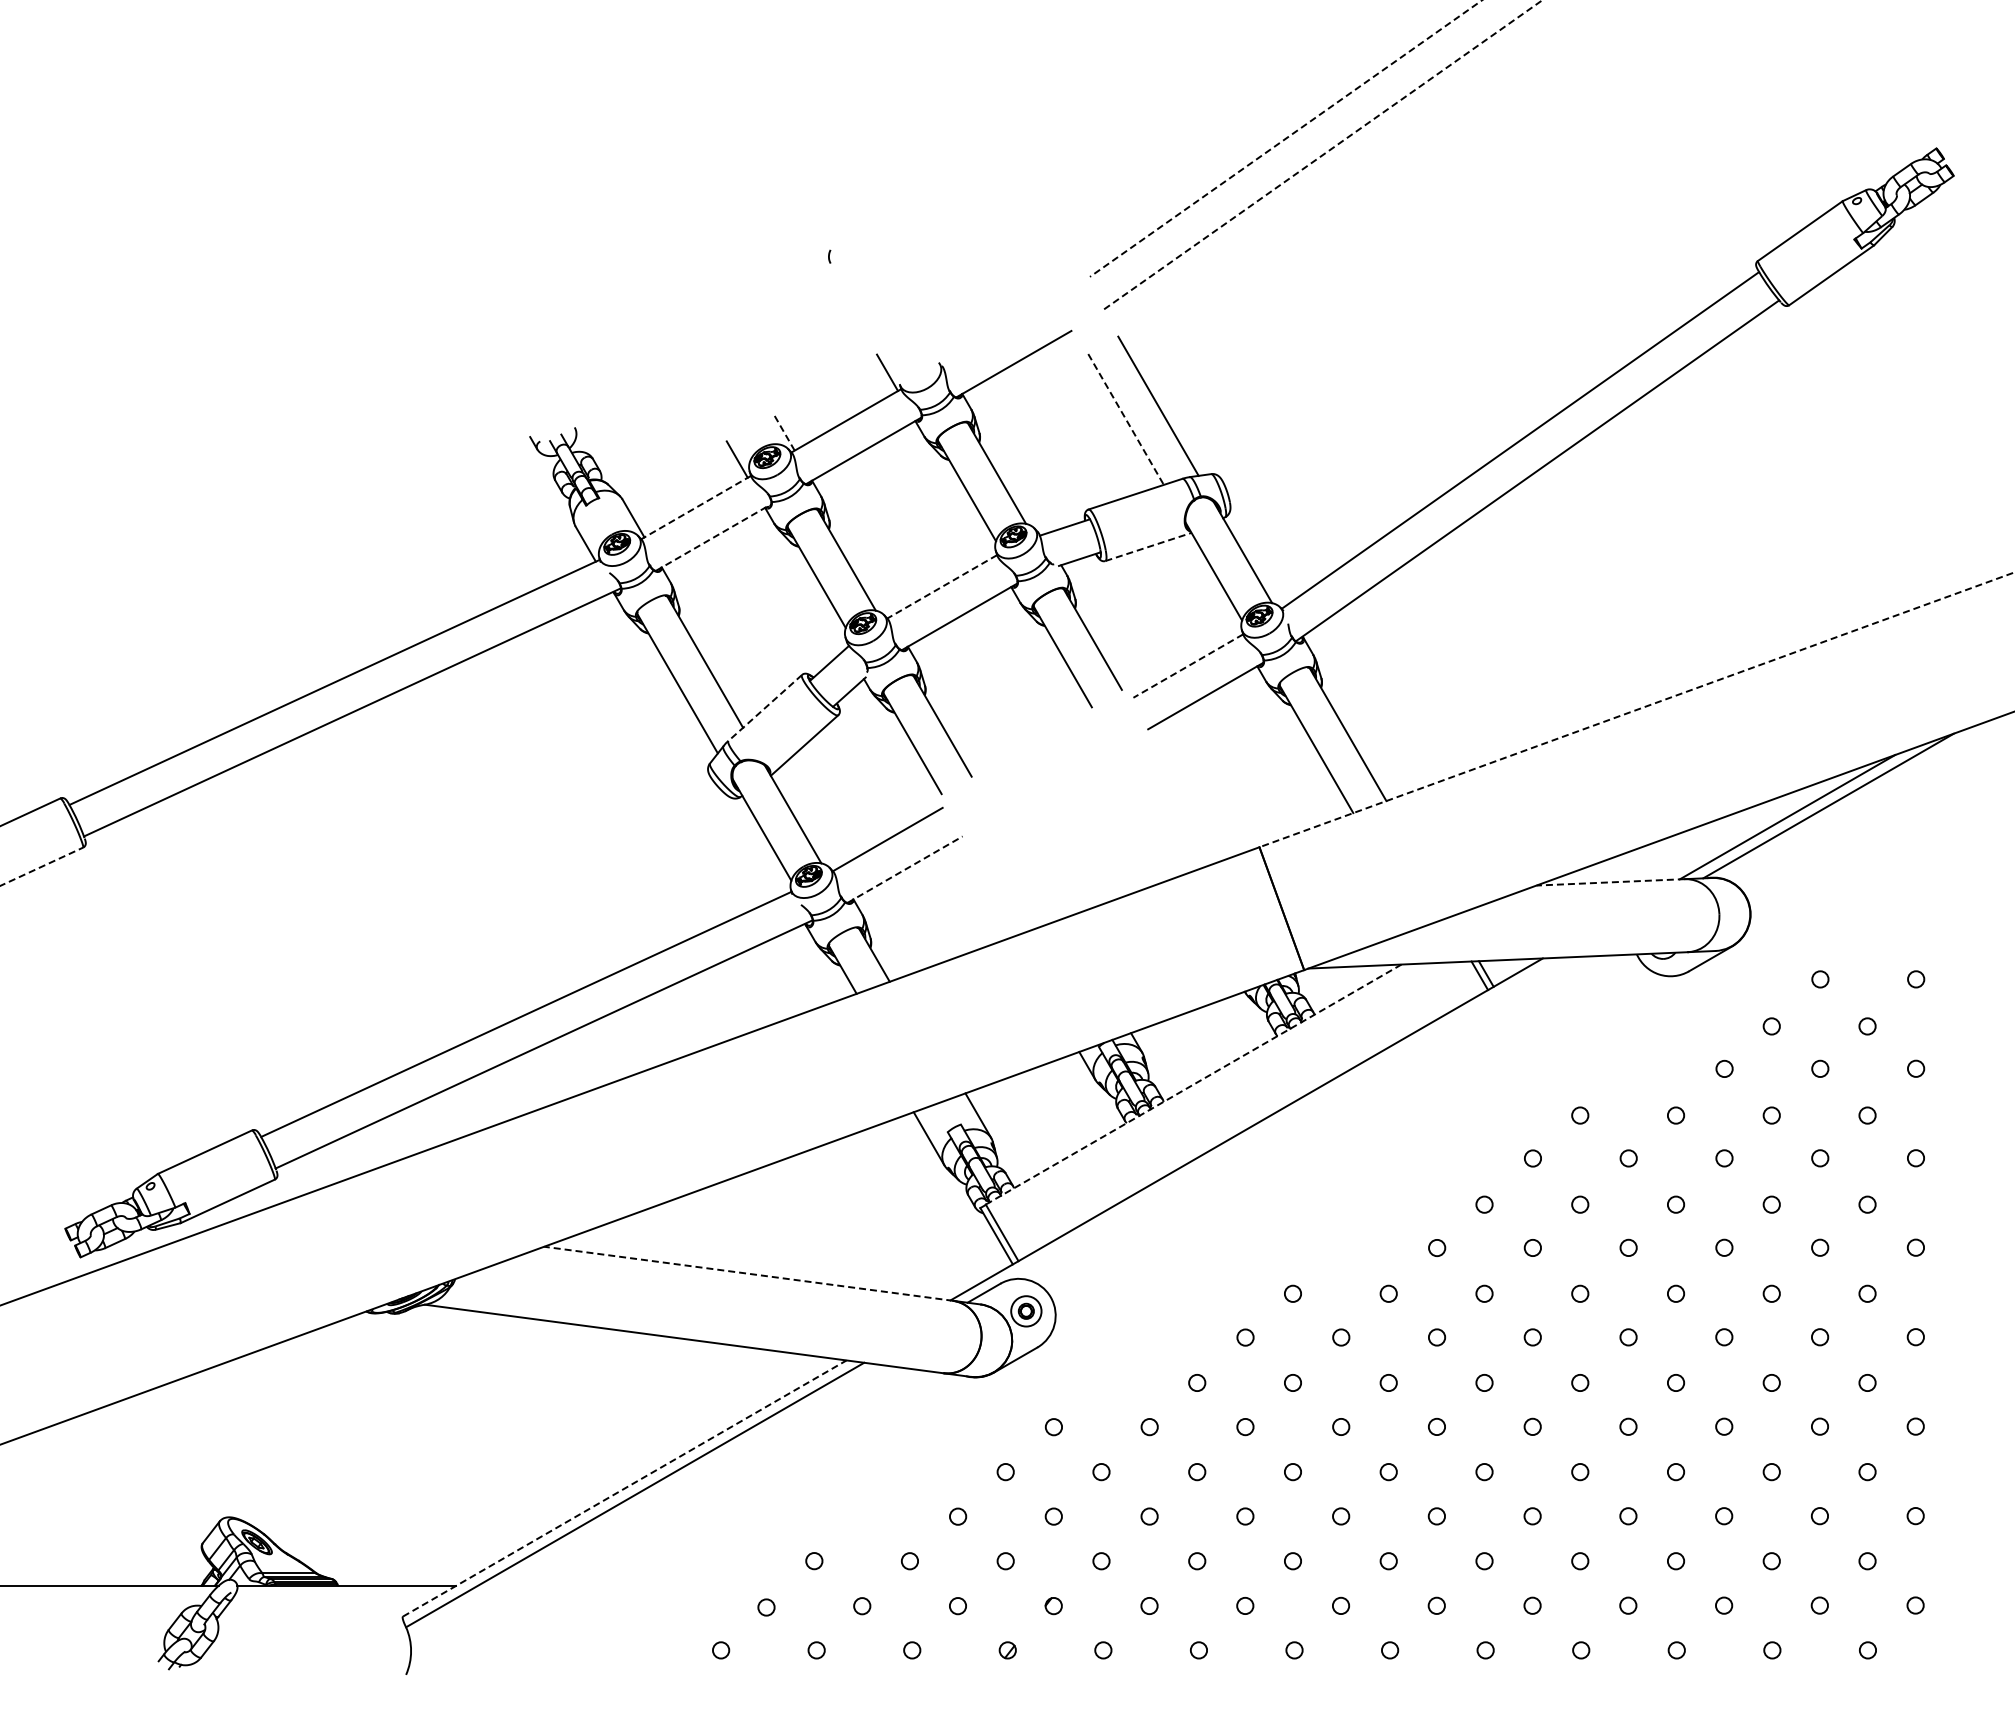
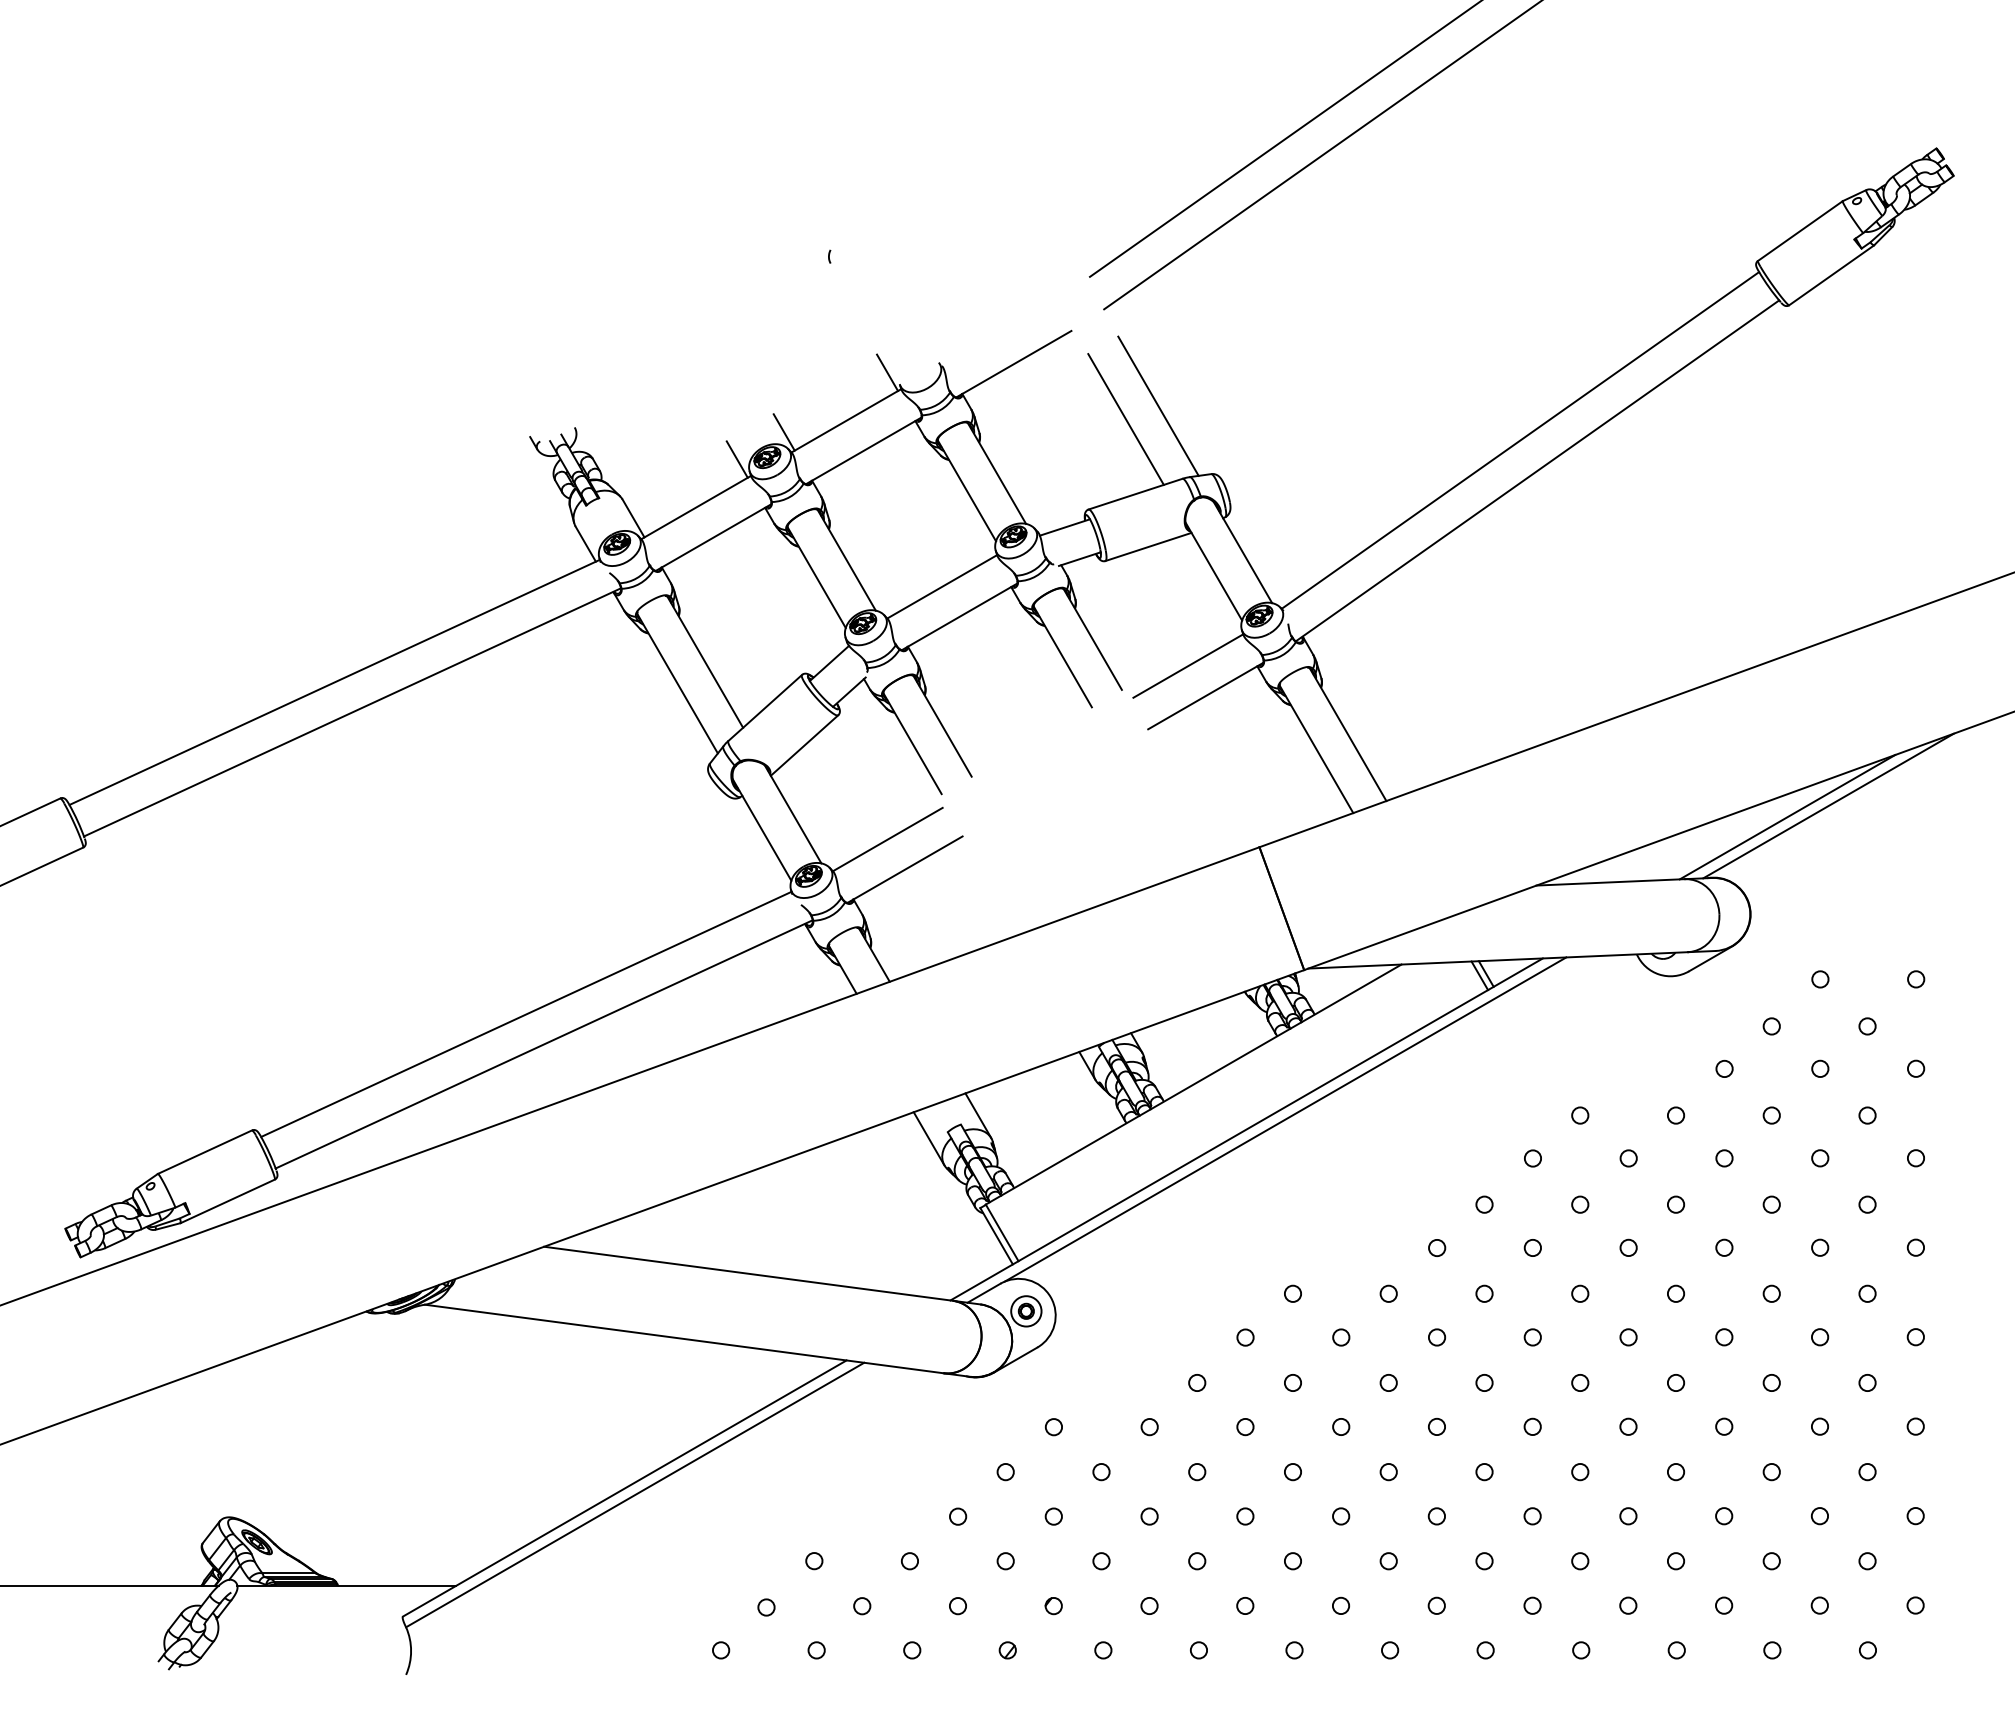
line at (1285, 138): dashed -> solid
line at (1323, 154): dashed -> solid
line at (1126, 419): dashed -> solid
line at (783, 432): dashed -> solid
line at (695, 507): dashed -> solid
line at (713, 537): dashed -> solid
line at (1148, 546): dashed -> solid
line at (941, 587): dashed -> solid
line at (1187, 666): dashed -> solid
line at (764, 708): dashed -> solid
line at (1637, 709): dashed -> solid
line at (42, 866): dashed -> solid
line at (905, 869): dashed -> solid
line at (1610, 882): dashed -> solid
line at (1193, 1084): dashed -> solid
line at (1285, 1119): none -> present
line at (748, 1273): dashed -> solid
line at (625, 1488): dashed -> solid
